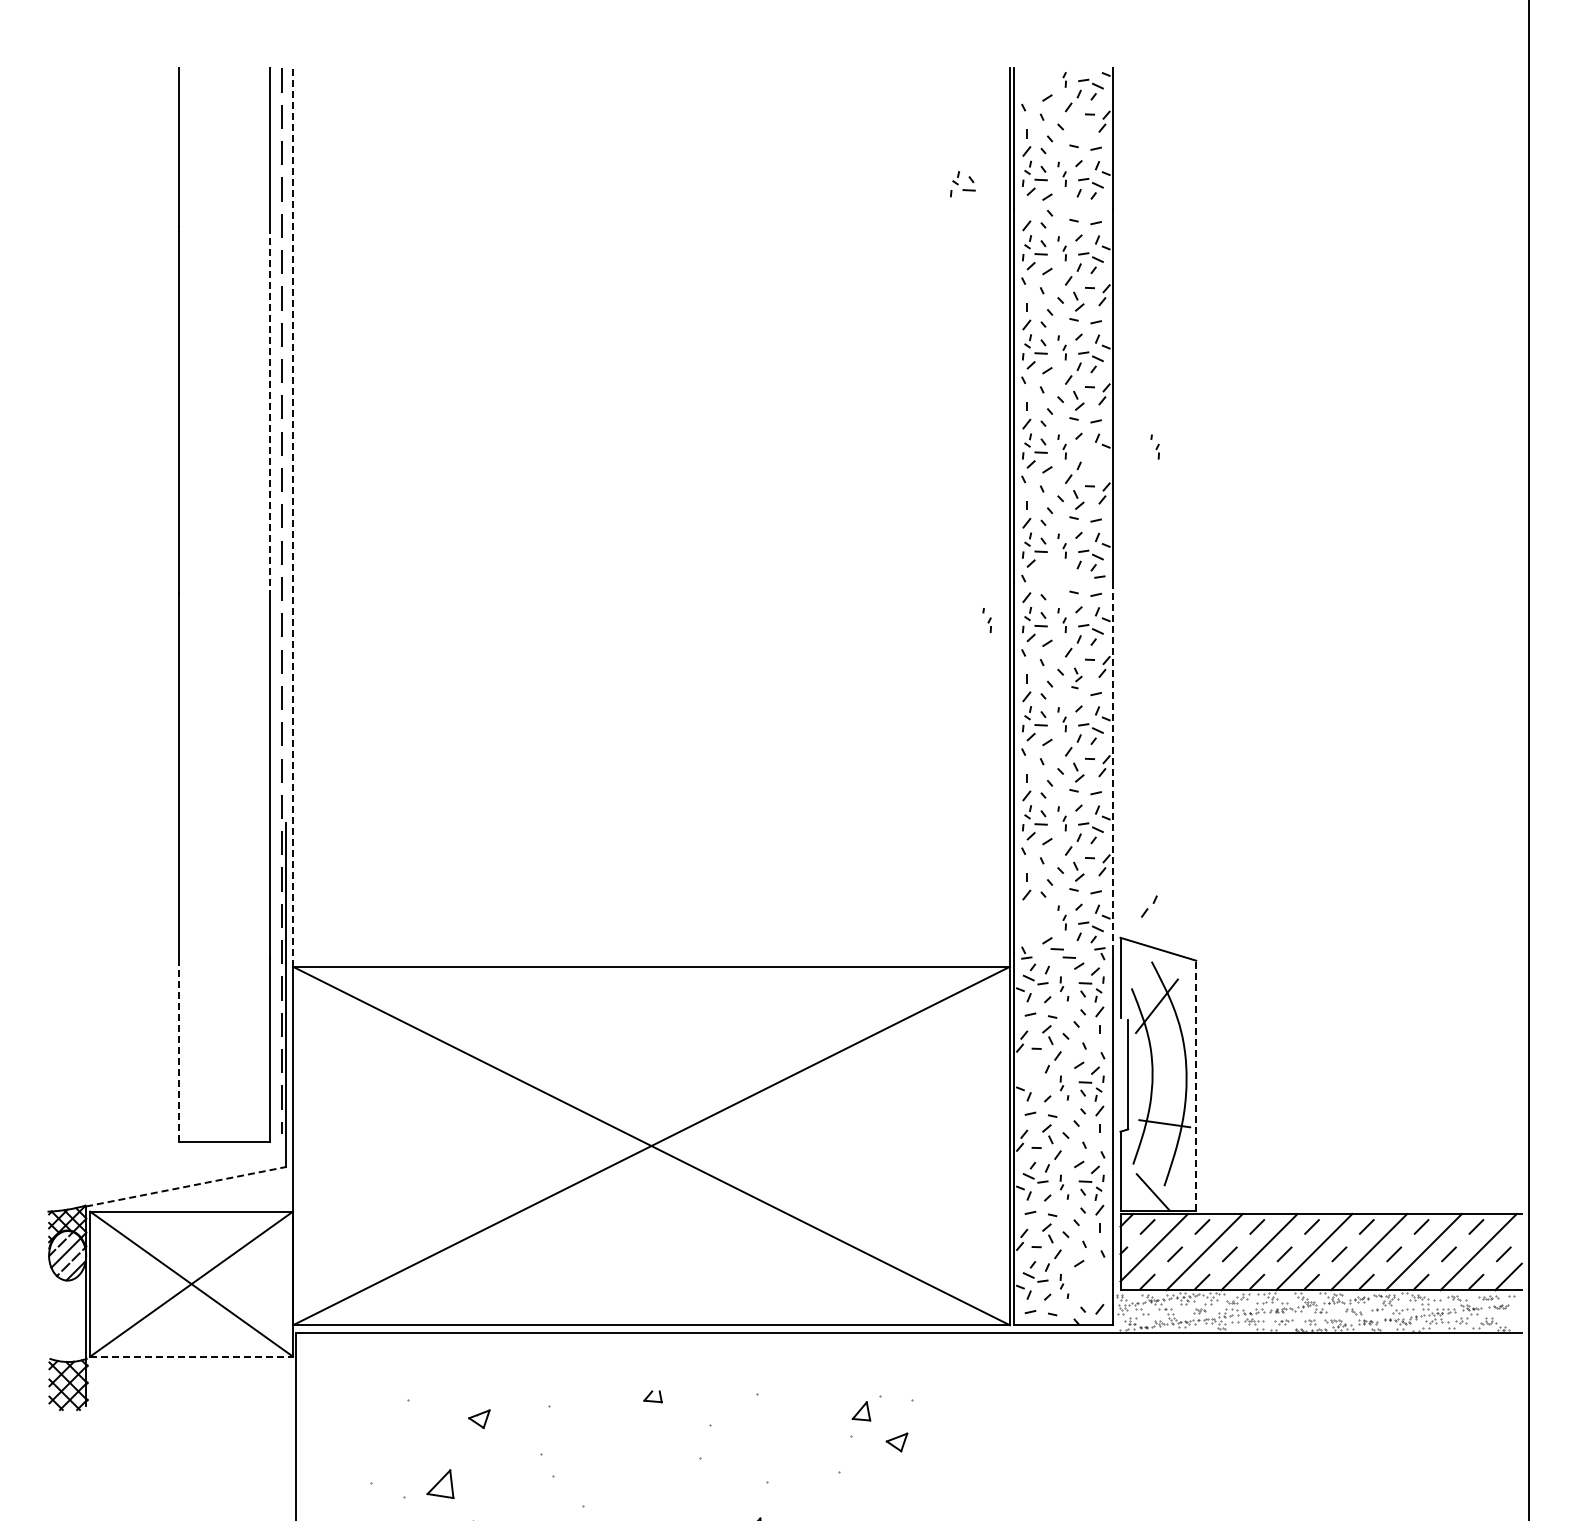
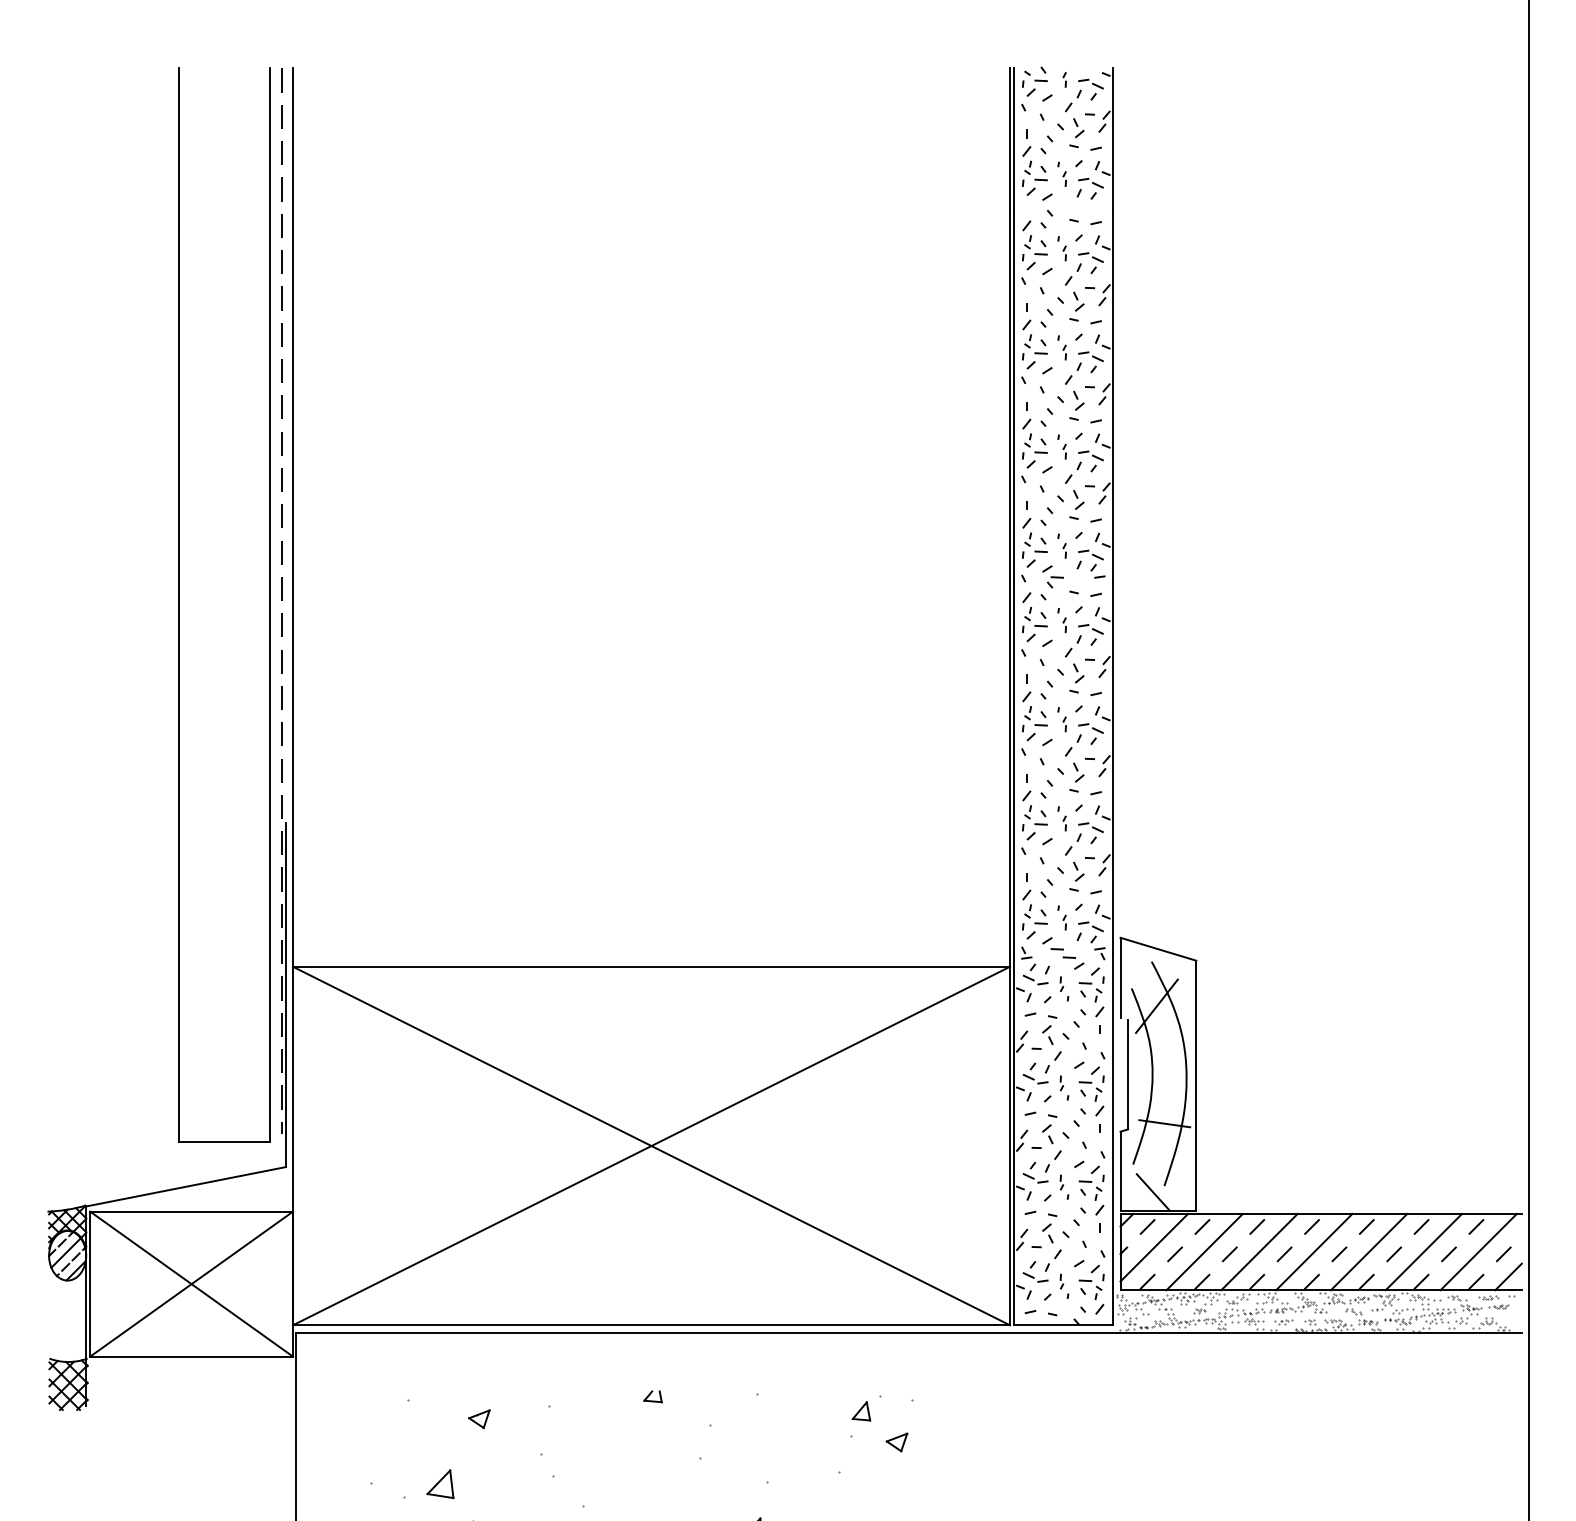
part at (1034, 81): none -> present
part at (1078, 127): none -> present
part at (962, 184): present -> none
line at (270, 410): dashed -> solid
part at (1154, 446): present -> none
part at (1090, 461): none -> present
line at (293, 517): dashed -> solid
part at (1052, 576): none -> present
part at (986, 620): present -> none
part at (1076, 678) size: 12x23 px -> 16x31 px
line at (1112, 767): dashed -> solid
part at (1149, 906): present -> none
part at (1034, 921): none -> present
line at (178, 1050): dashed -> solid
part at (1035, 1073): none -> present
line at (1196, 1085): dashed -> solid
line at (185, 1186): dashed -> solid
part at (1091, 1281): none -> present
line at (191, 1356): dashed -> solid
